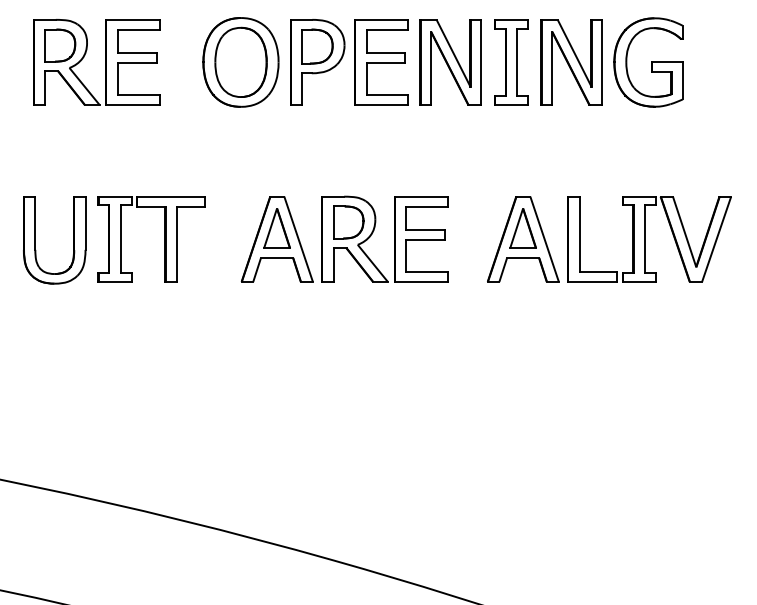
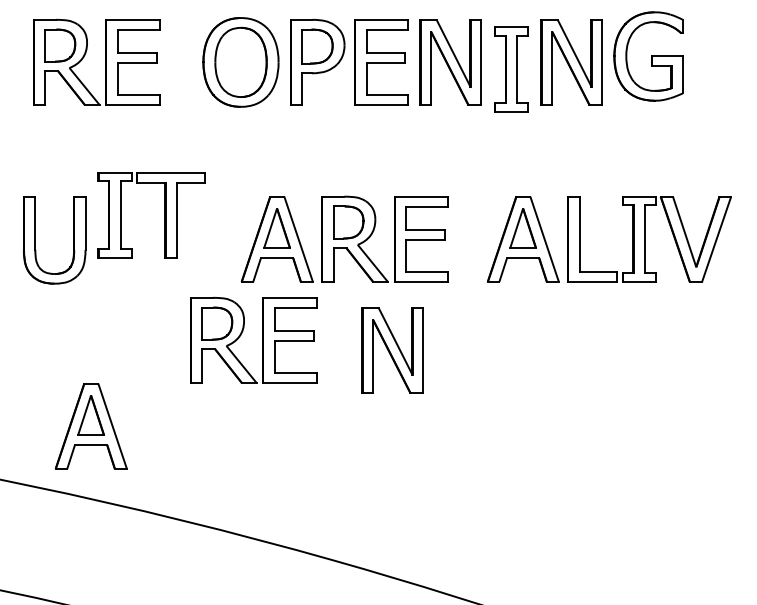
part at (511, 62) position: (511, 62) -> (511, 69)
part at (648, 62) position: (648, 62) -> (648, 56)
part at (164, 239) position: (164, 239) -> (164, 215)
part at (262, 340): none -> present
part at (392, 350): none -> present
part at (90, 426): none -> present
